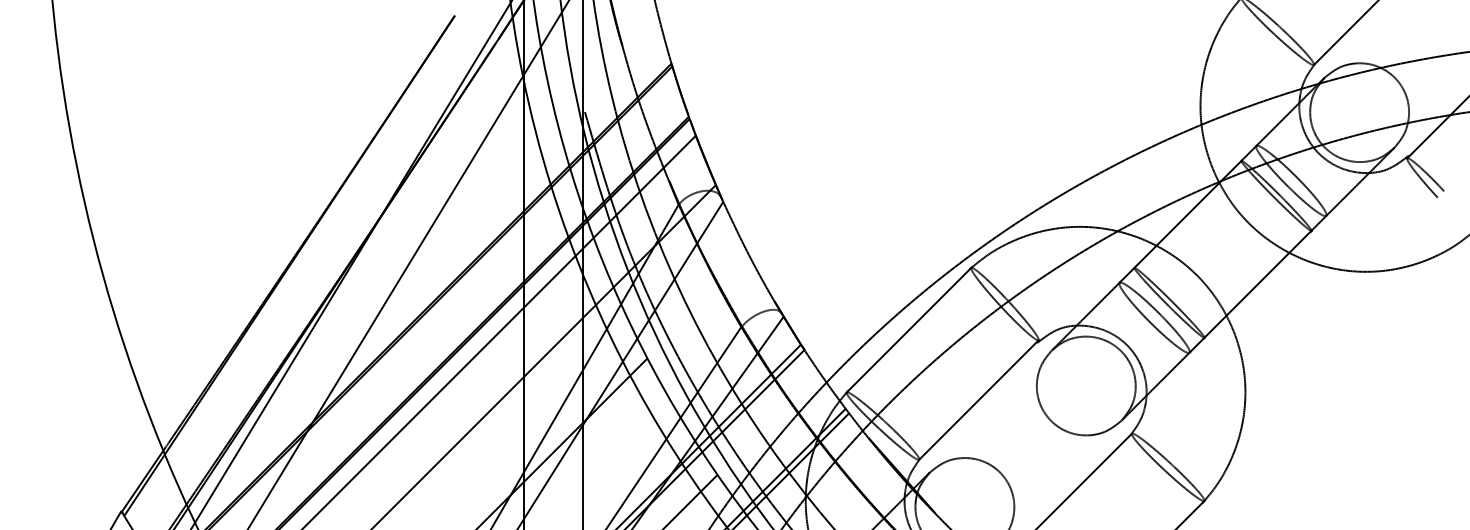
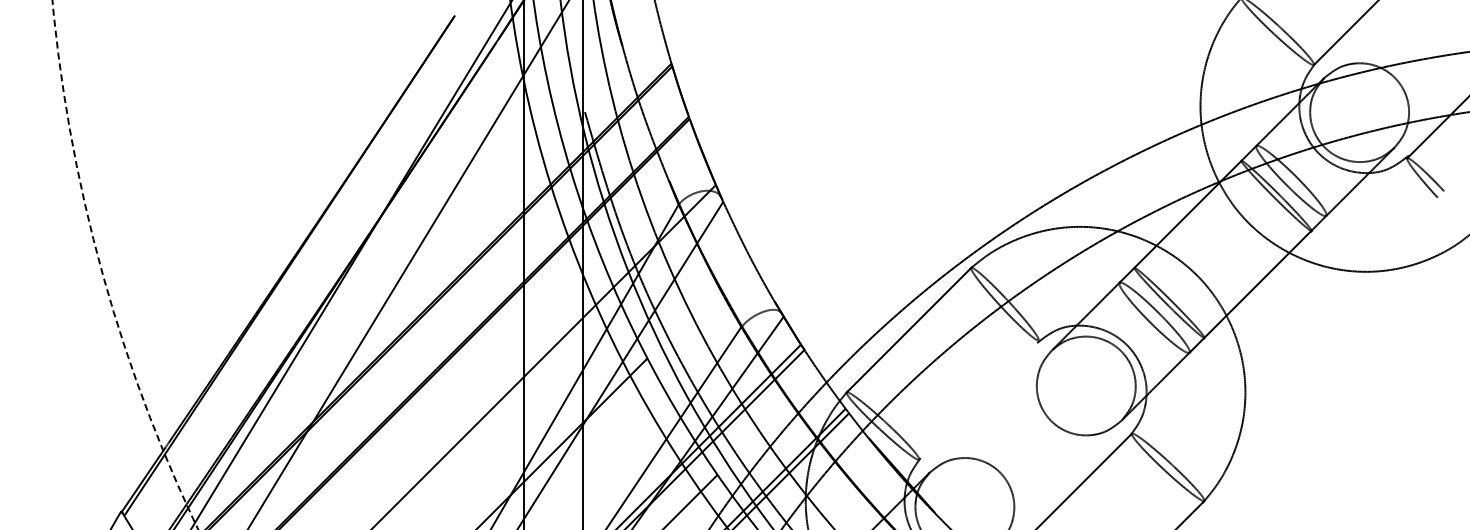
arc at (102, 272): solid -> dashed
line at (500, 330): present -> none
line at (979, 399): present -> none
